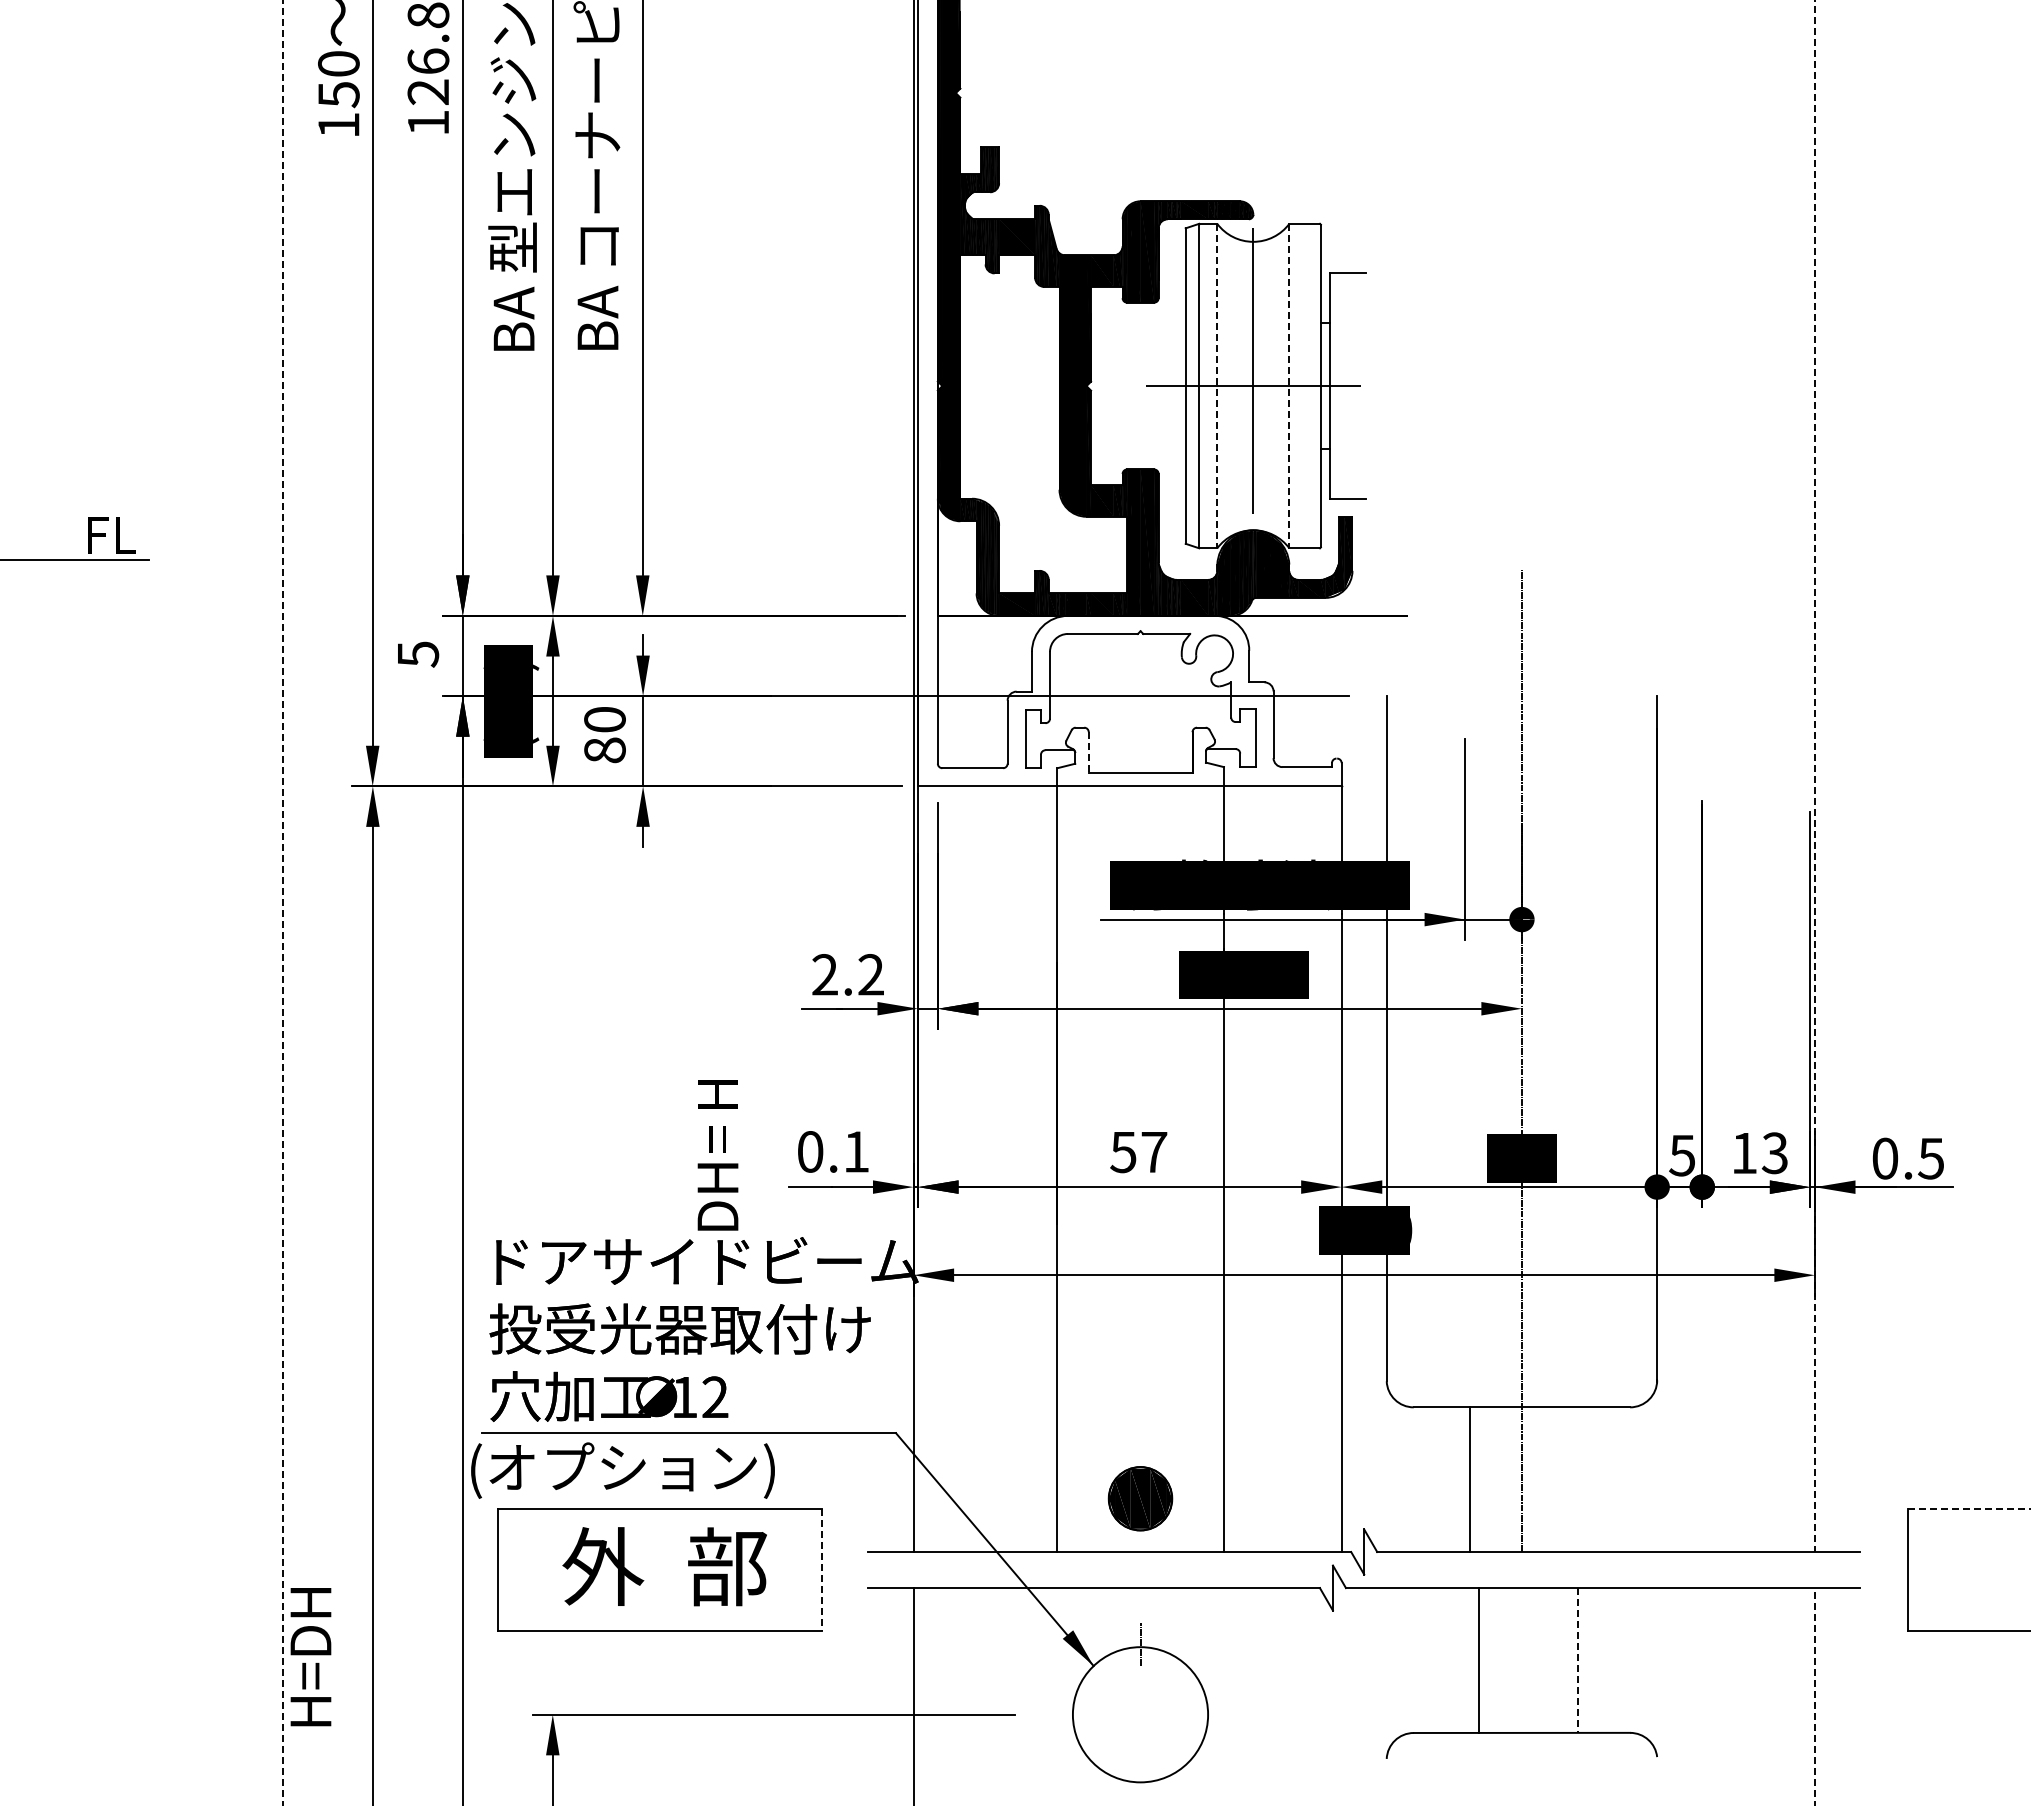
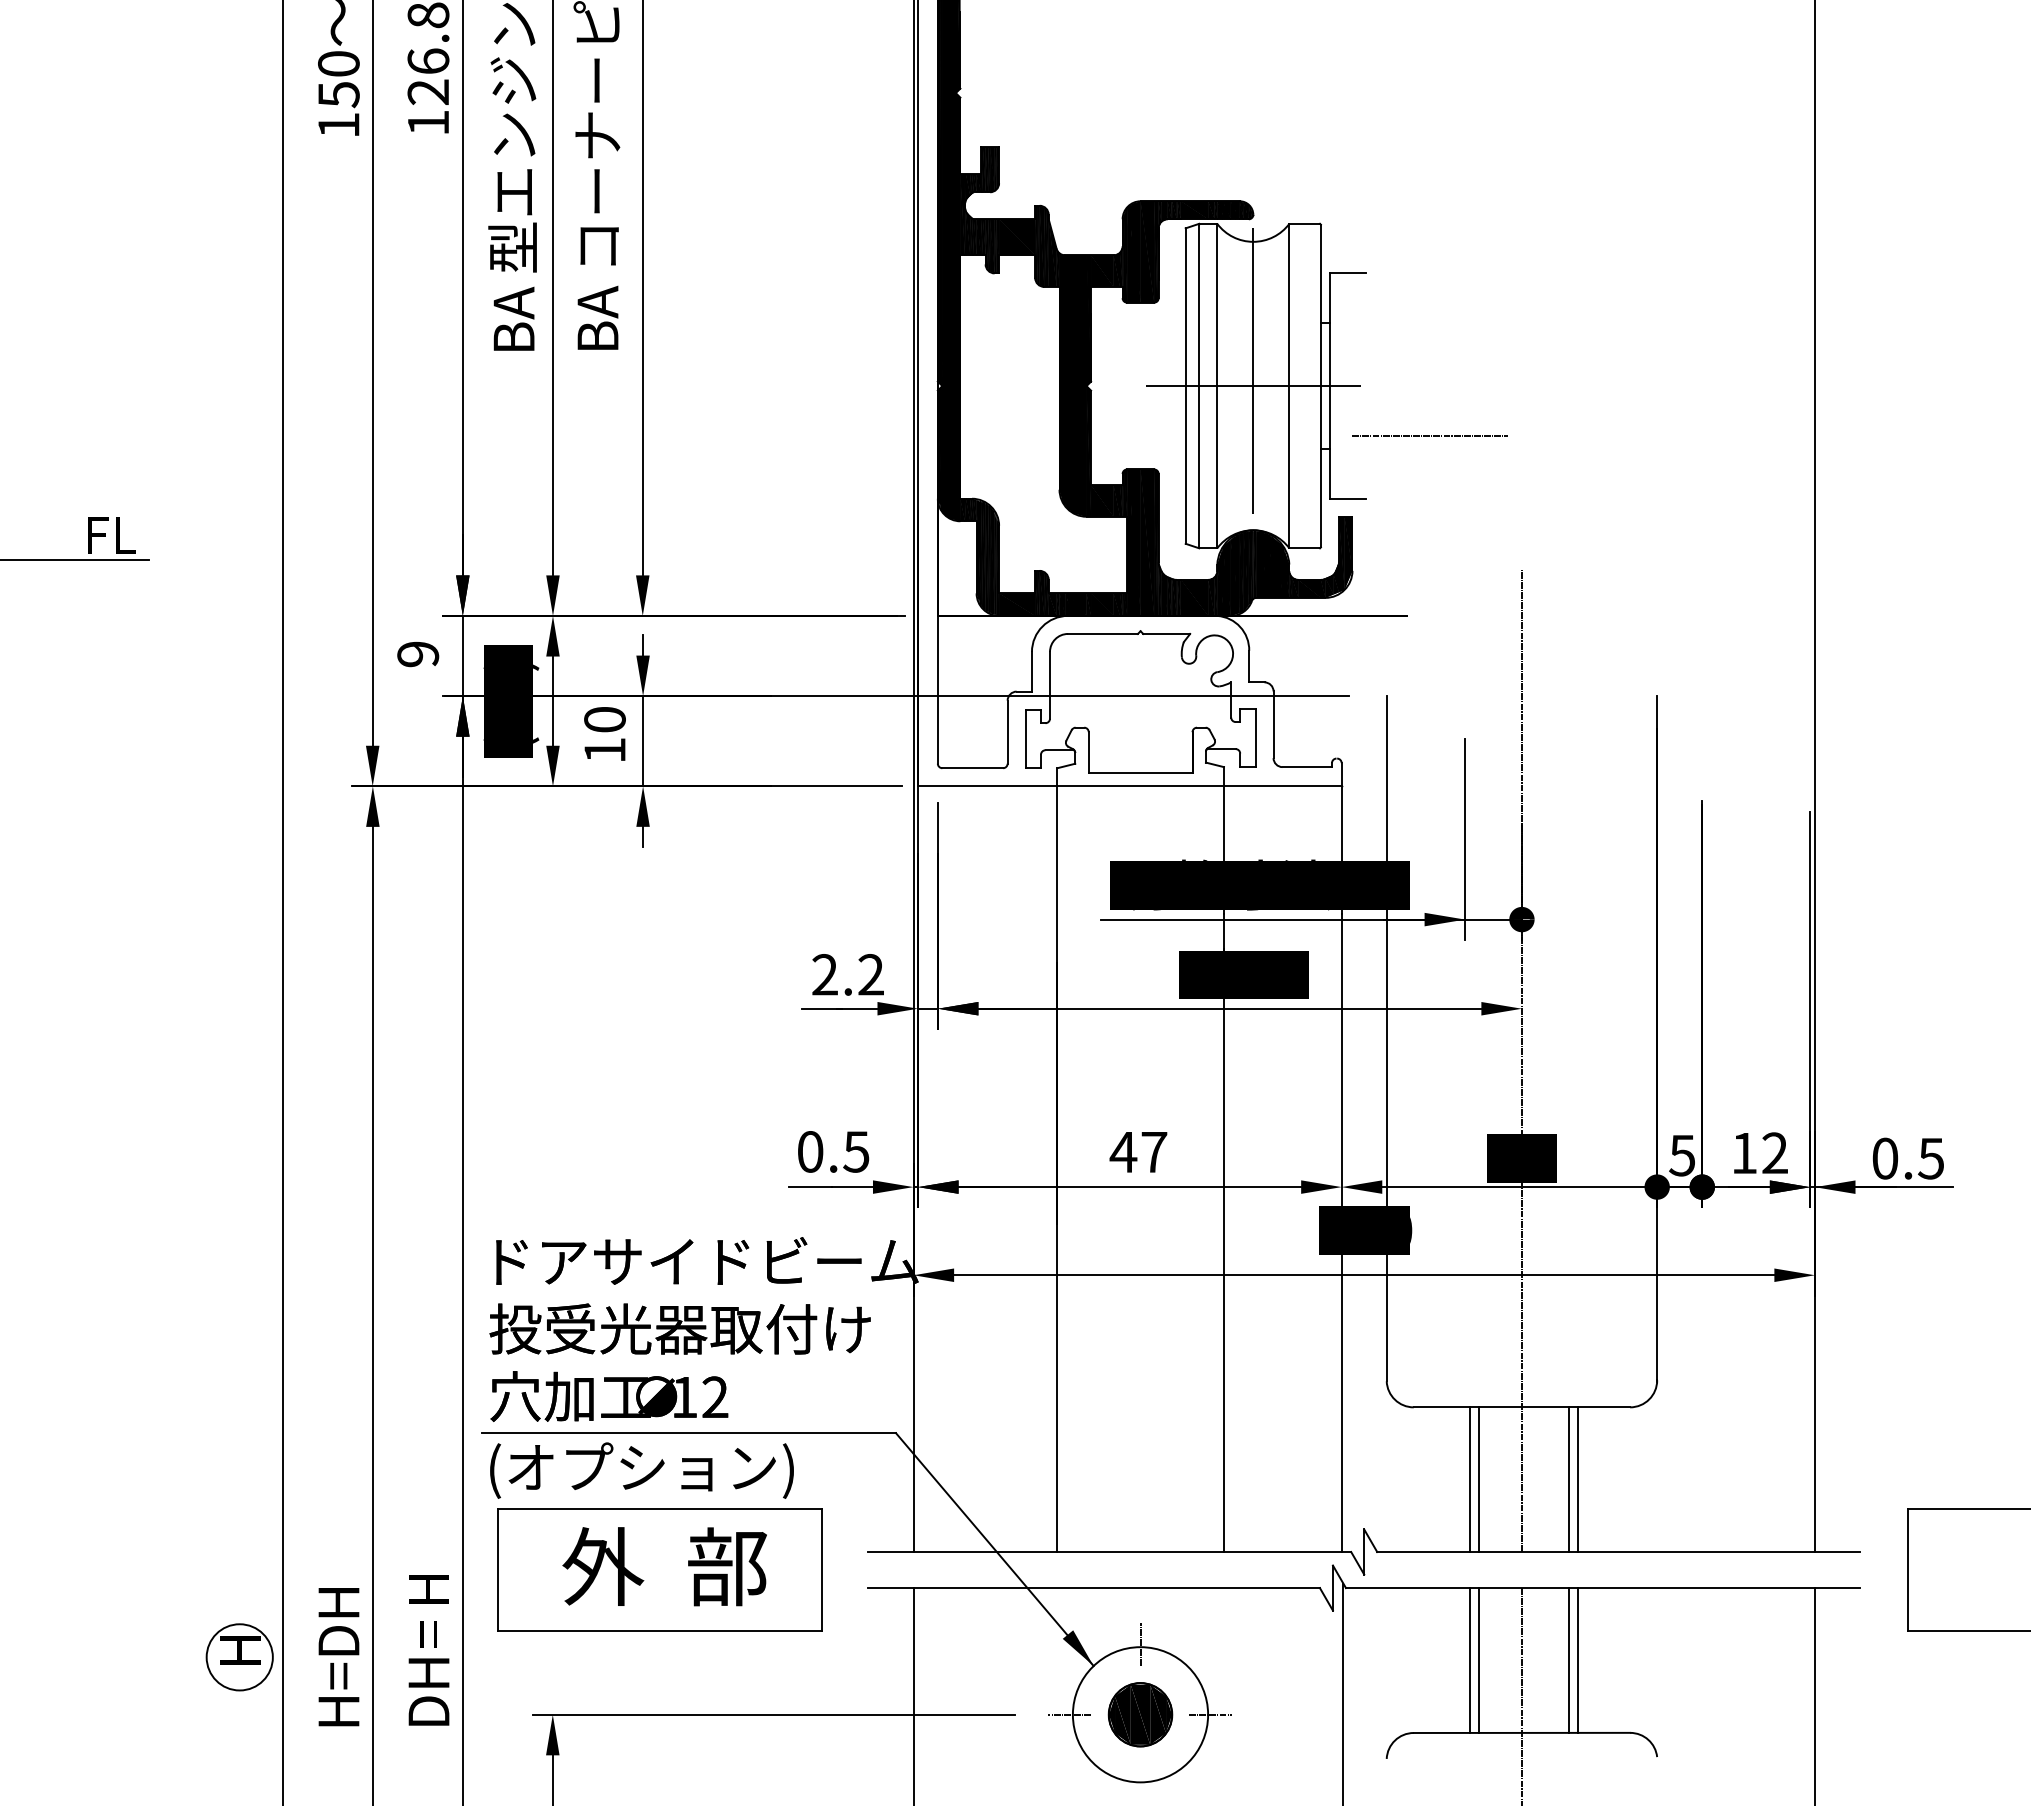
line at (1217, 386): dashed -> solid
line at (1289, 386): dashed -> solid
line at (1430, 435): none -> present
text at (418, 654): 5 -> 9
text at (604, 750): 80 -> 10
line at (1088, 752): dashed -> solid
line at (1814, 776): dashed -> solid
line at (282, 902): dashed -> solid
text at (856, 1151): 0.1 -> 0.5
text at (1123, 1152): 57 -> 47
text at (1774, 1153): 13 -> 12
text at (717, 1155) position: (717, 1155) -> (428, 1650)
text at (622, 1470) position: (622, 1470) -> (641, 1470)
line at (1478, 1479): none -> present
line at (1568, 1479): none -> present
line at (1577, 1479): none -> present
part at (1140, 1498) position: (1140, 1498) -> (1140, 1714)
line at (1970, 1509): dashed -> solid
line at (822, 1570): dashed -> solid
part at (239, 1657): none -> present
text at (310, 1657) position: (310, 1657) -> (338, 1657)
line at (1469, 1660): none -> present
line at (1568, 1660): none -> present
line at (1577, 1661): dashed -> solid
line at (1343, 1692): none -> present
line at (1521, 1695): none -> present
line at (1814, 1696): dashed -> solid
line at (1069, 1714): none -> present
line at (1210, 1714): none -> present
